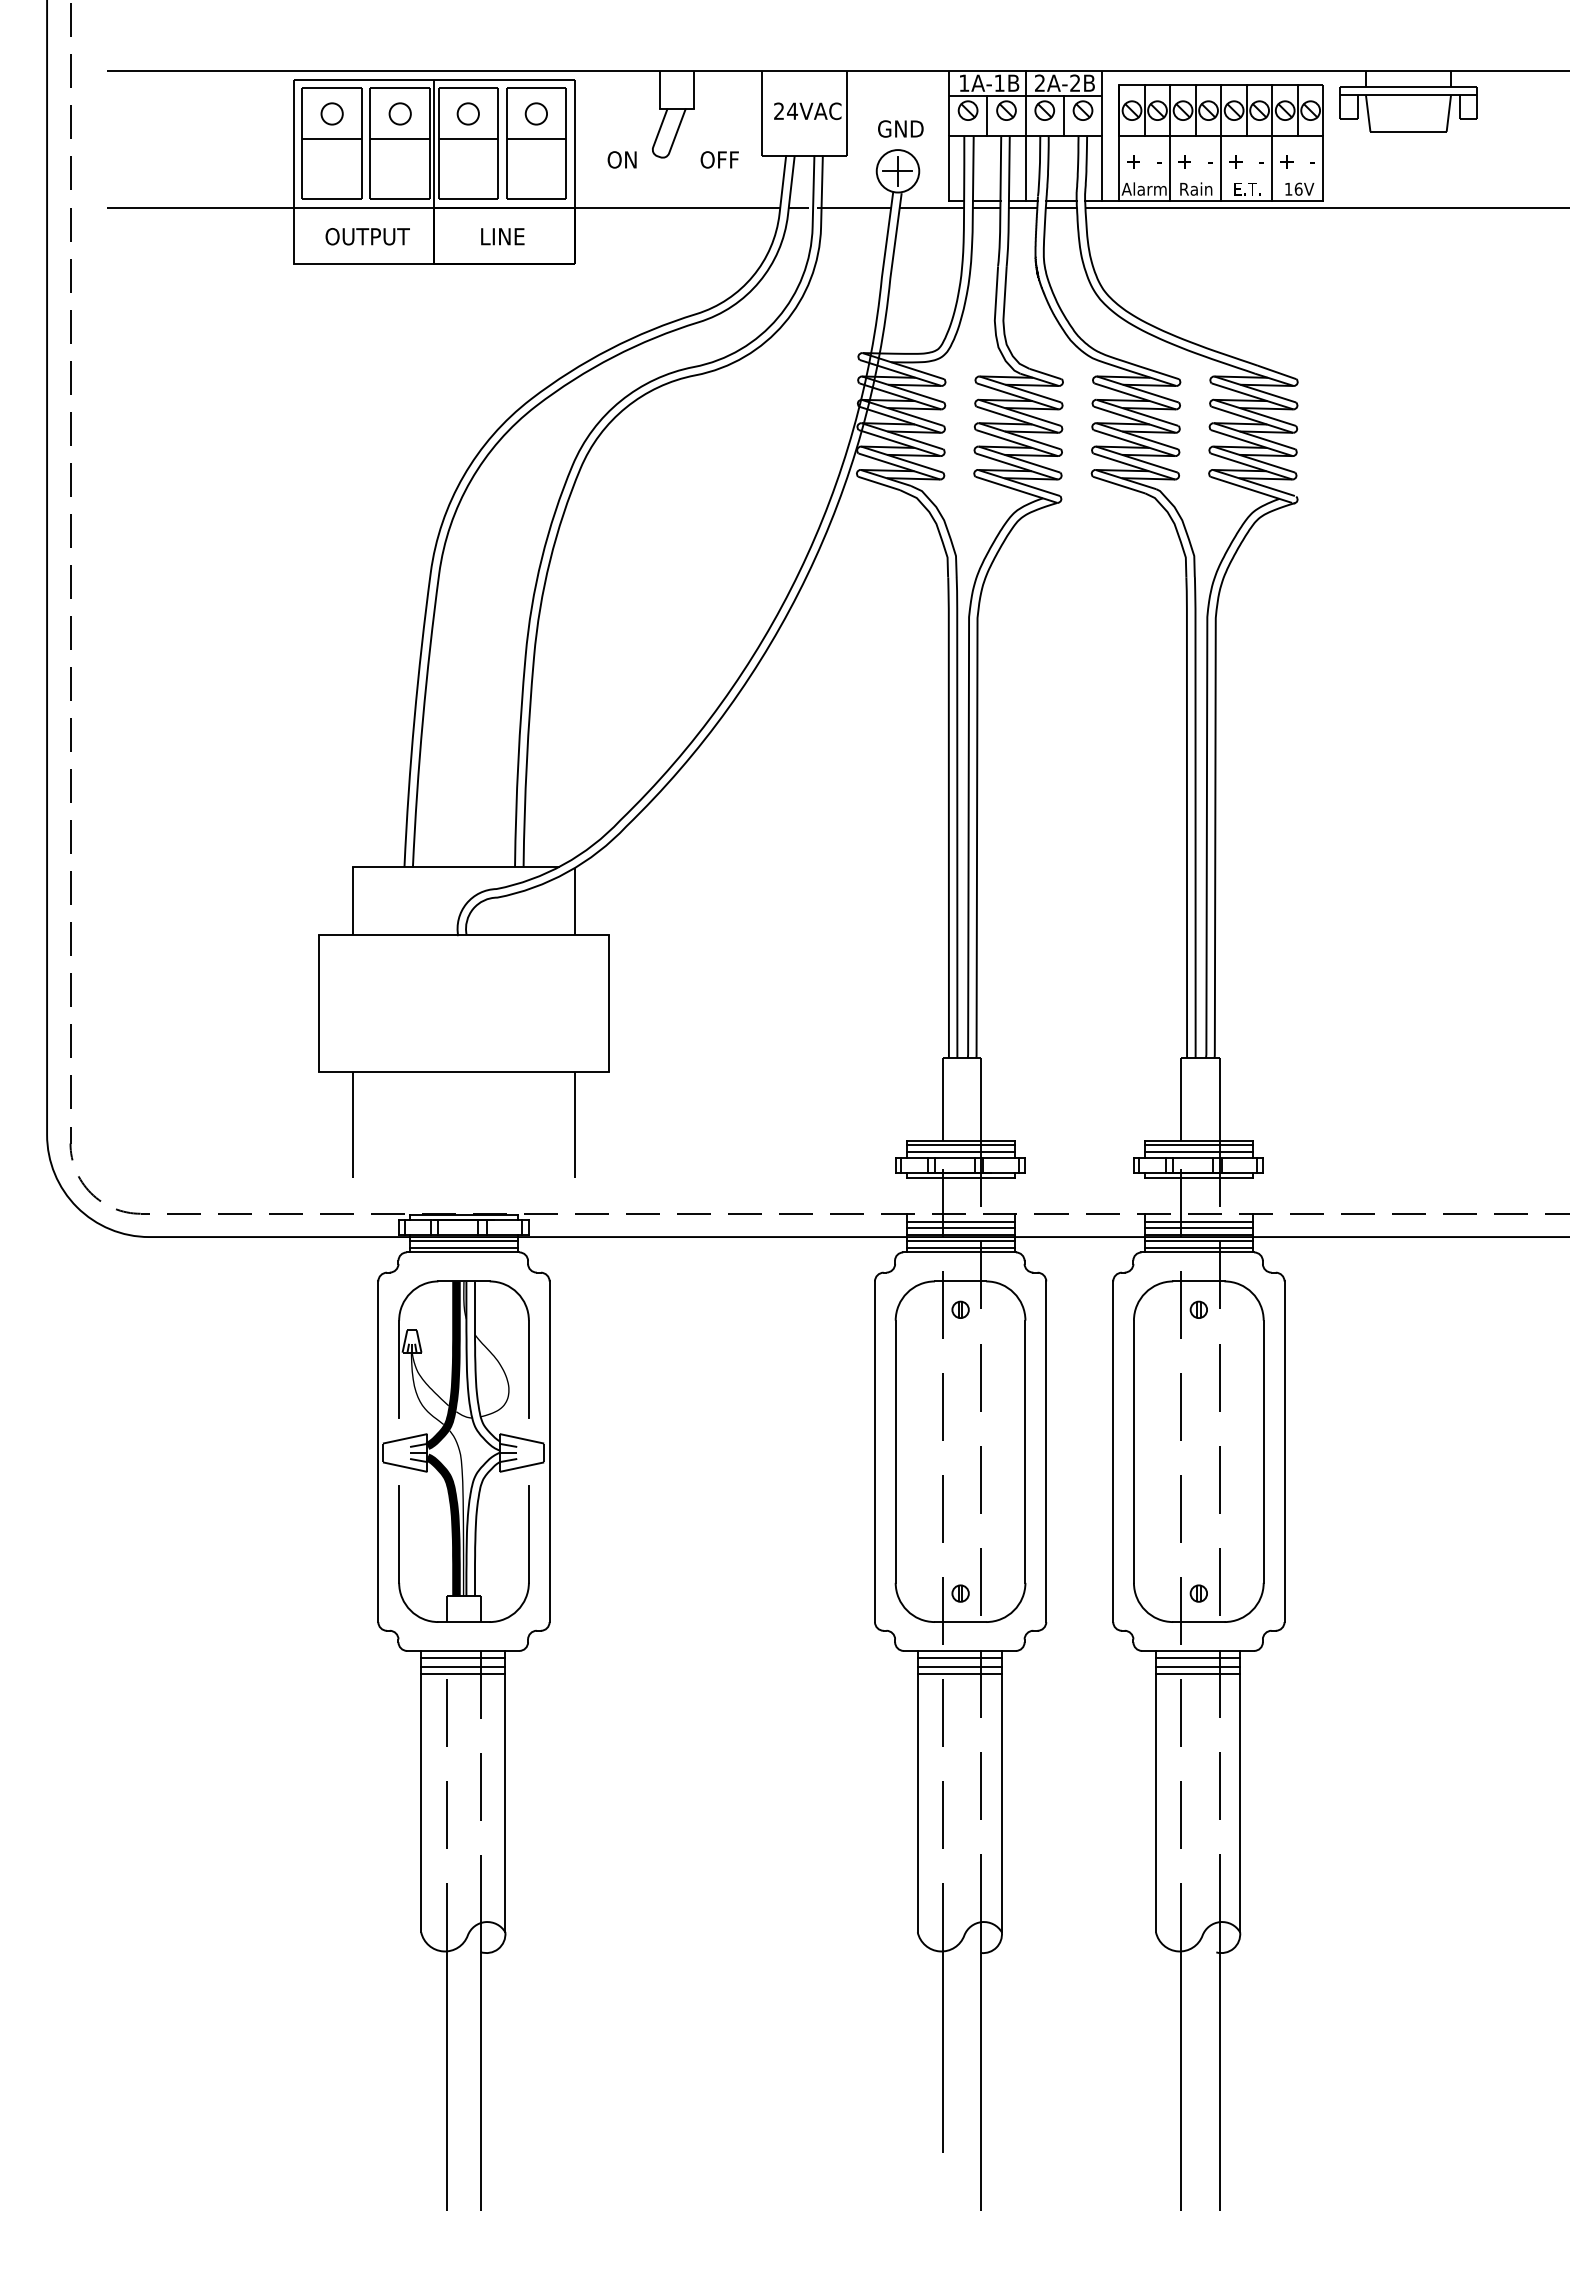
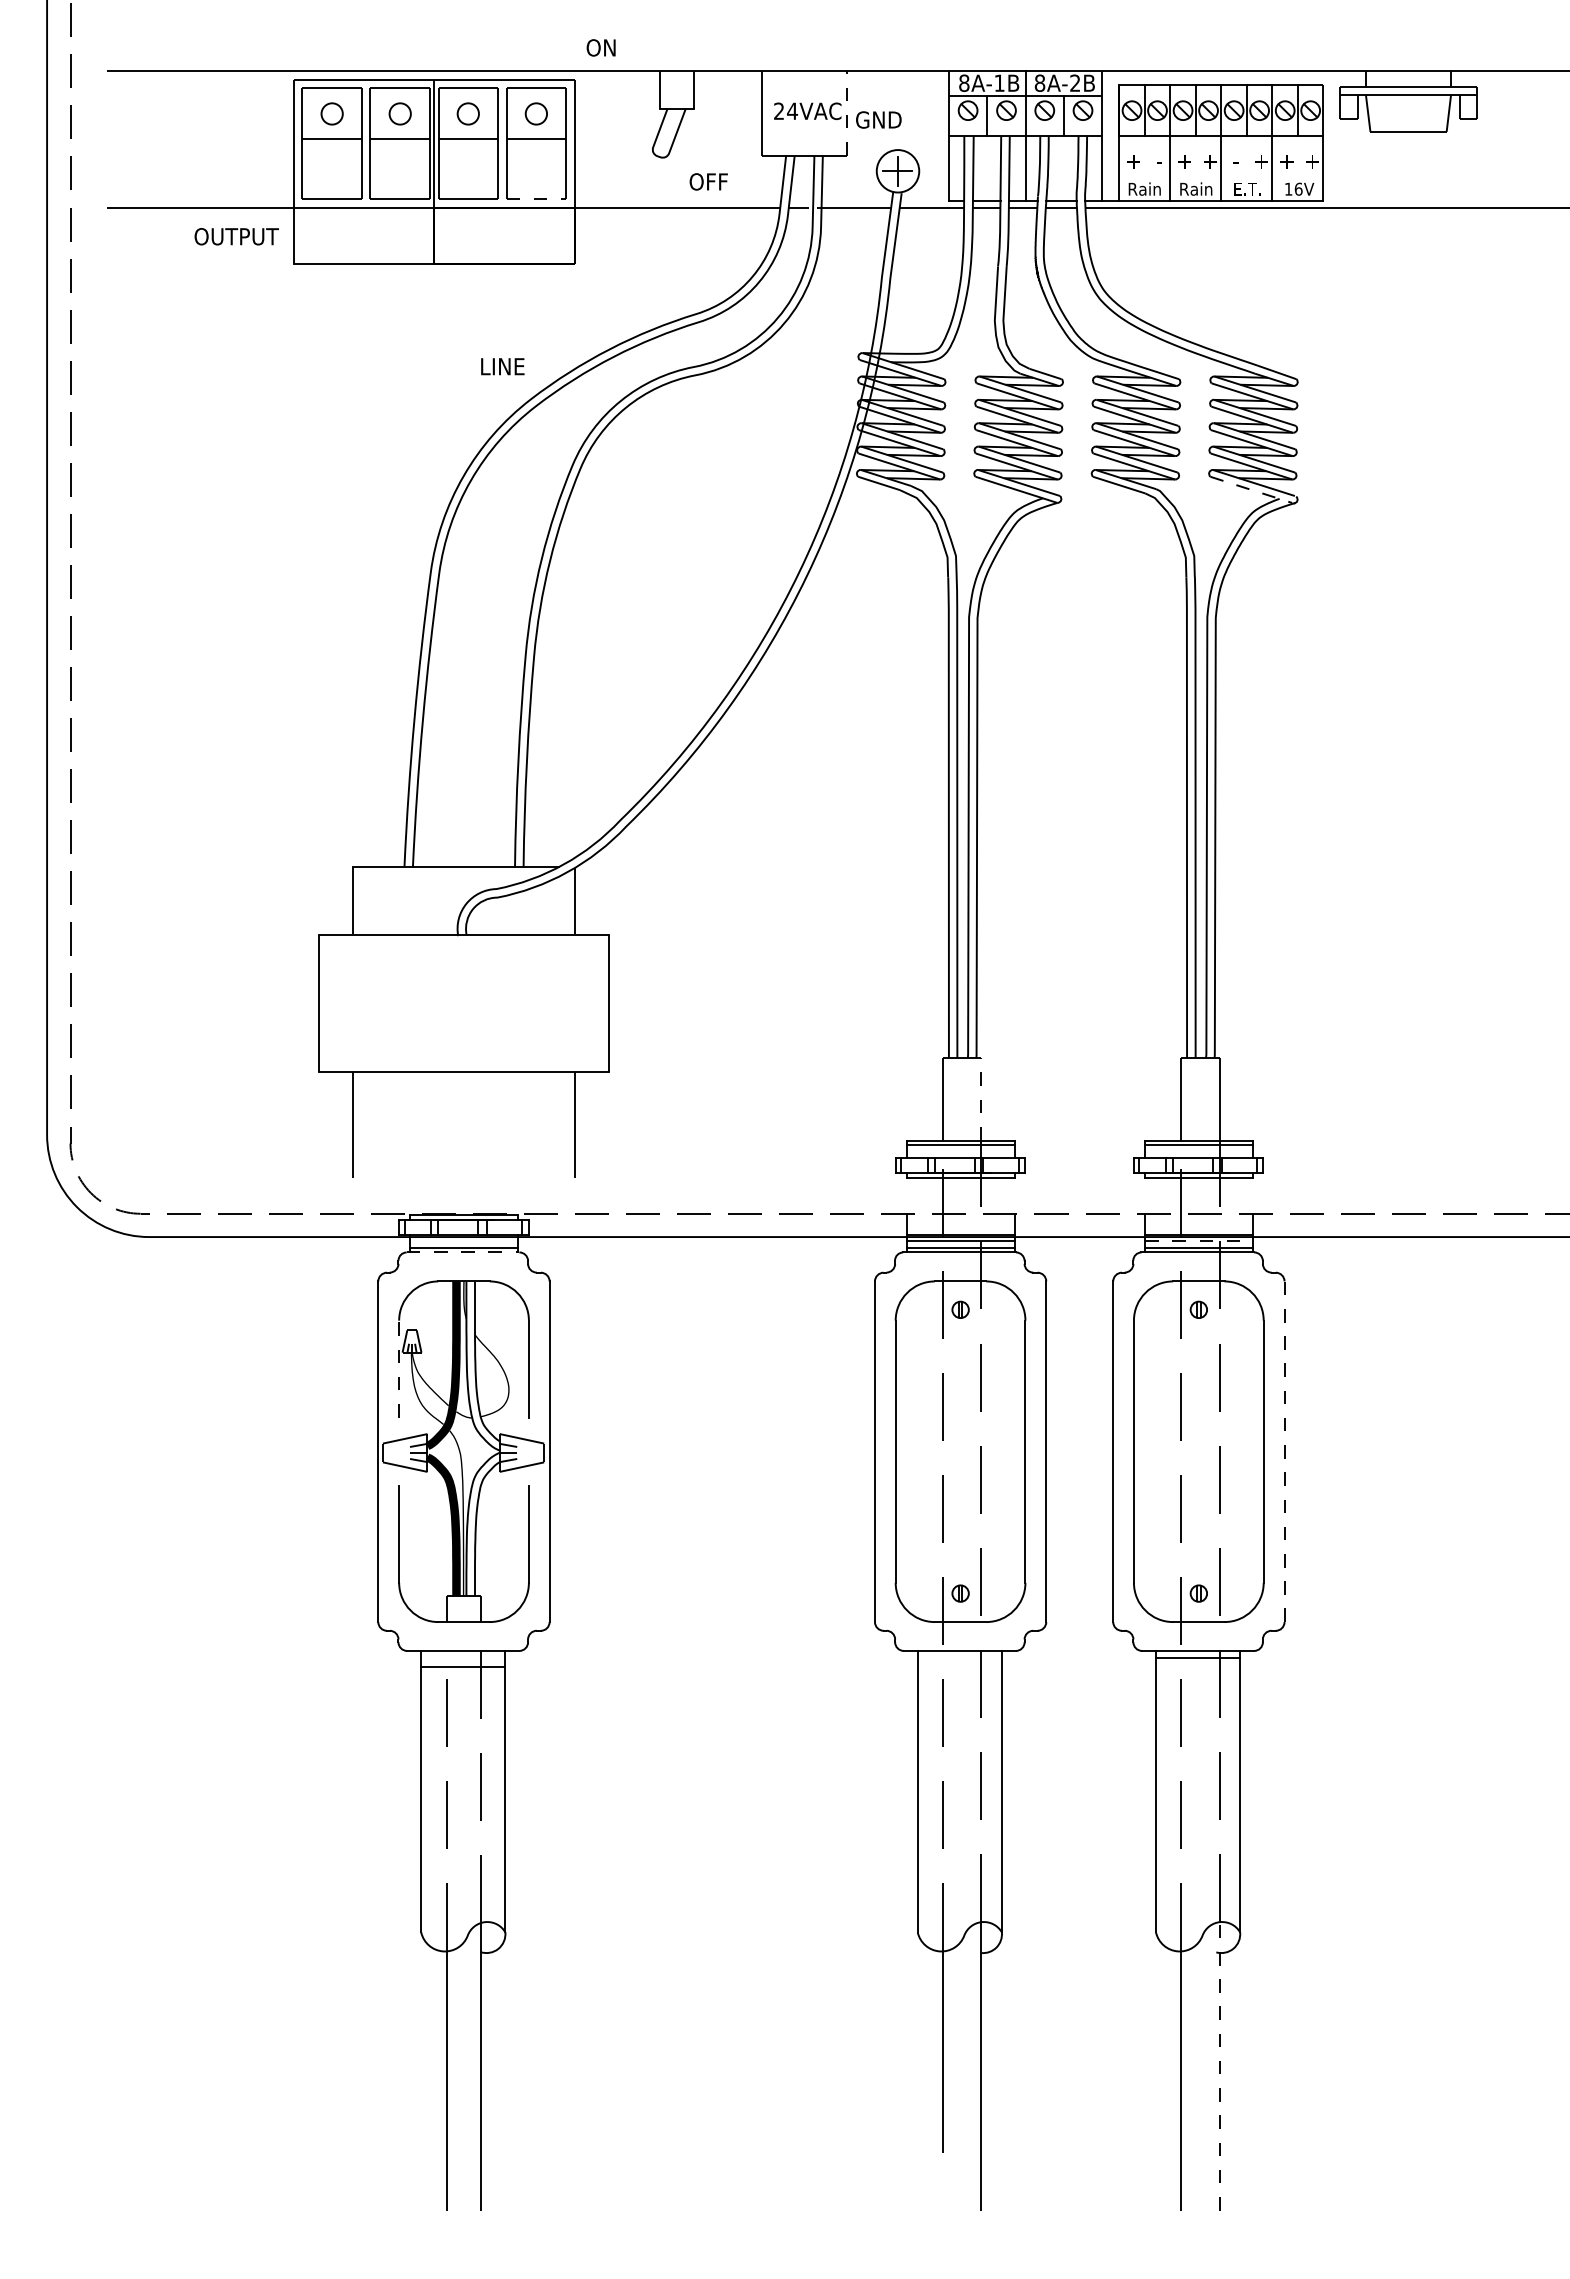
text at (964, 82): 1A-1B -> 8A-1B
text at (1039, 82): 2A-2B -> 8A-2B
line at (846, 113): solid -> dashed
text at (900, 128) position: (900, 128) -> (878, 119)
text at (621, 159) position: (621, 159) -> (600, 47)
text at (719, 159) position: (719, 159) -> (708, 181)
text at (1210, 161): - -> +
text at (1235, 161): + -> -
text at (1261, 161): - -> +
text at (1312, 161): - -> +
text at (1143, 188): Alarm -> Rain
line at (536, 199): solid -> dashed
text at (367, 236) position: (367, 236) -> (236, 236)
text at (502, 236) position: (502, 236) -> (502, 366)
line at (1251, 489): solid -> dashed
line at (981, 1098): solid -> dashed
line at (960, 1151): present -> none
line at (1199, 1151): present -> none
line at (960, 1221): present -> none
line at (1199, 1221): present -> none
line at (960, 1228): present -> none
line at (1199, 1228): present -> none
line at (464, 1241): present -> none
line at (1199, 1241): solid -> dashed
line at (463, 1252): solid -> dashed
line at (399, 1369): solid -> dashed
line at (1284, 1451): solid -> dashed
line at (463, 1658): present -> none
line at (959, 1658): present -> none
line at (959, 1667): present -> none
line at (1198, 1667): present -> none
line at (463, 1674): present -> none
line at (959, 1674): present -> none
line at (1198, 1674): present -> none
line at (1219, 2065): solid -> dashed
